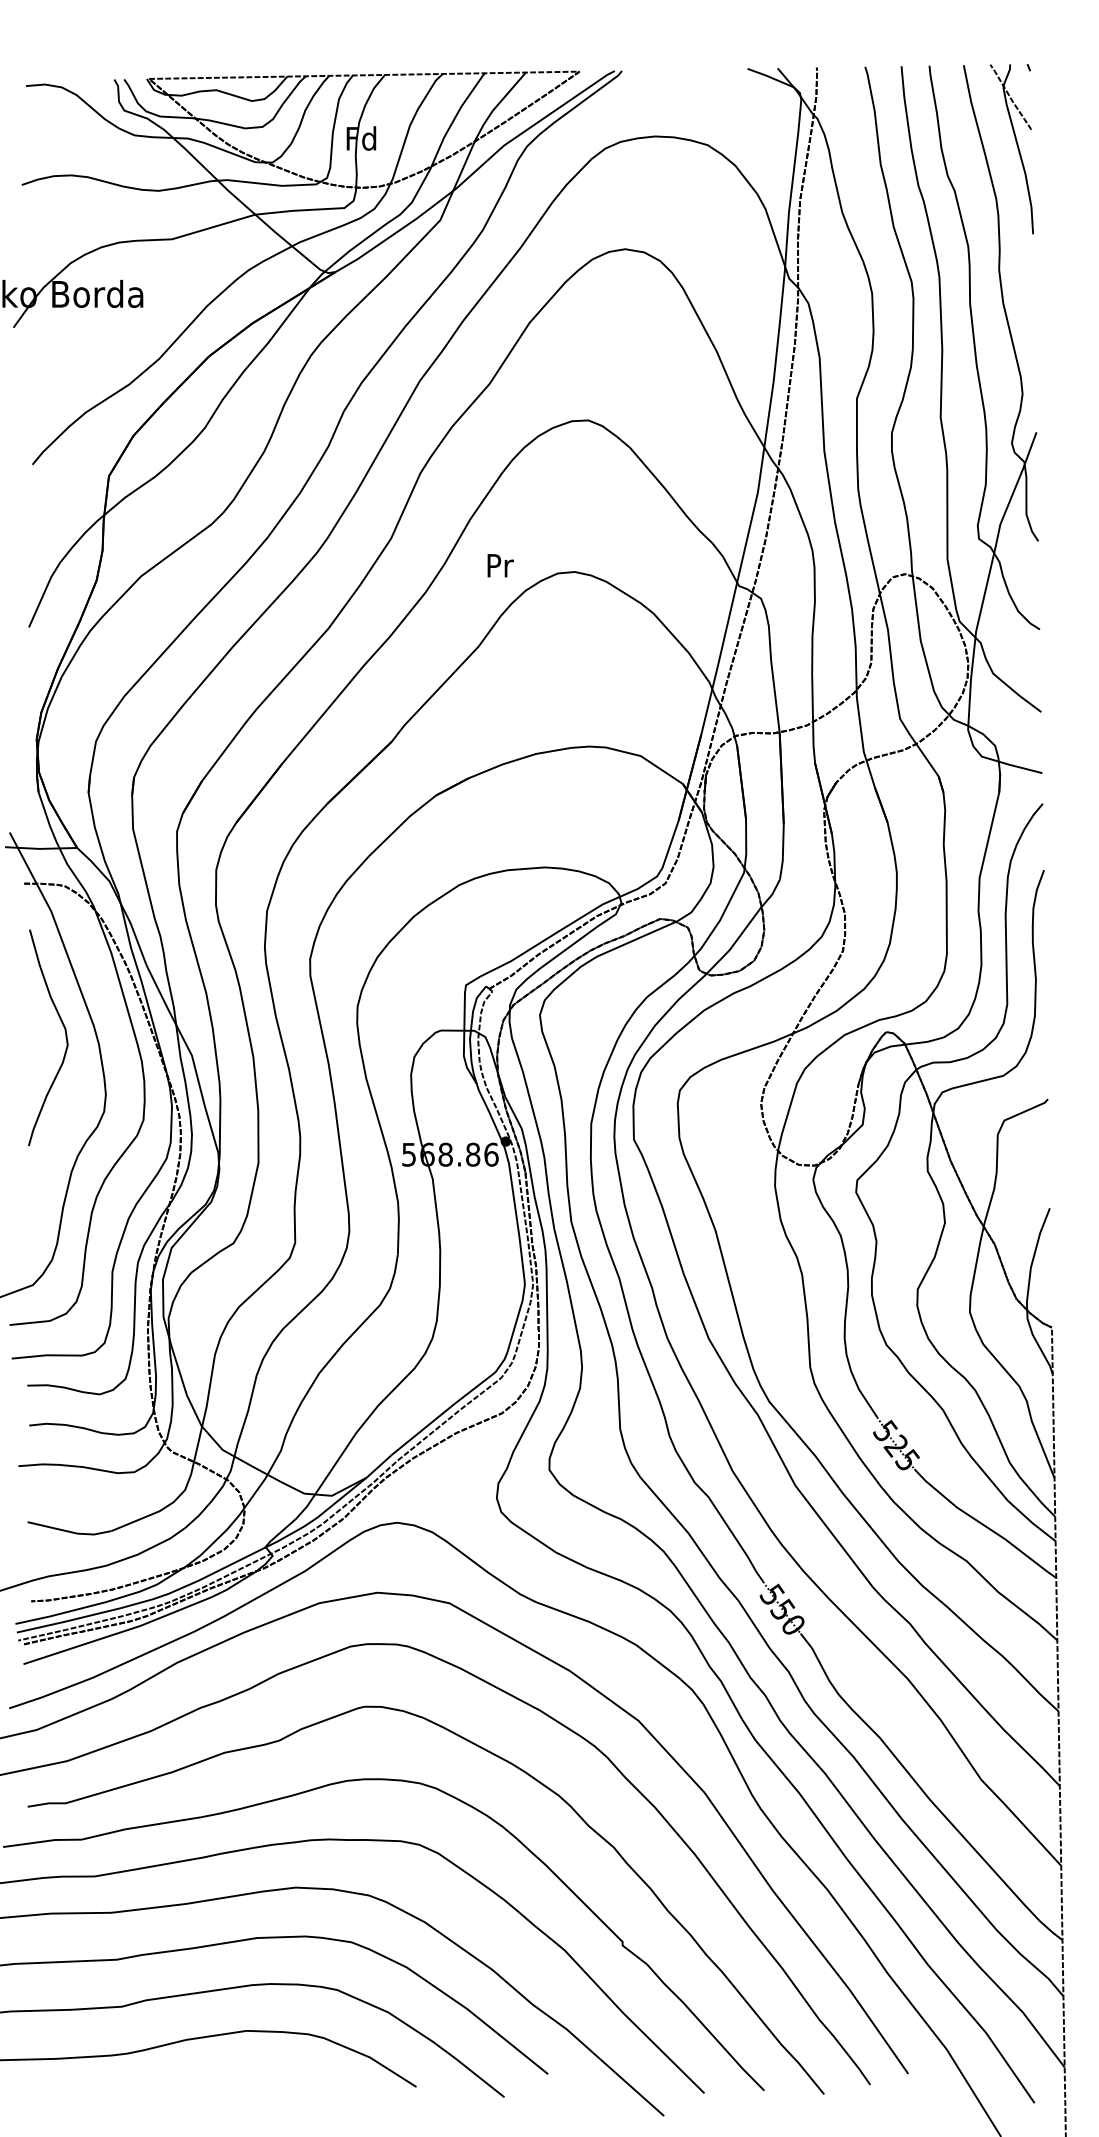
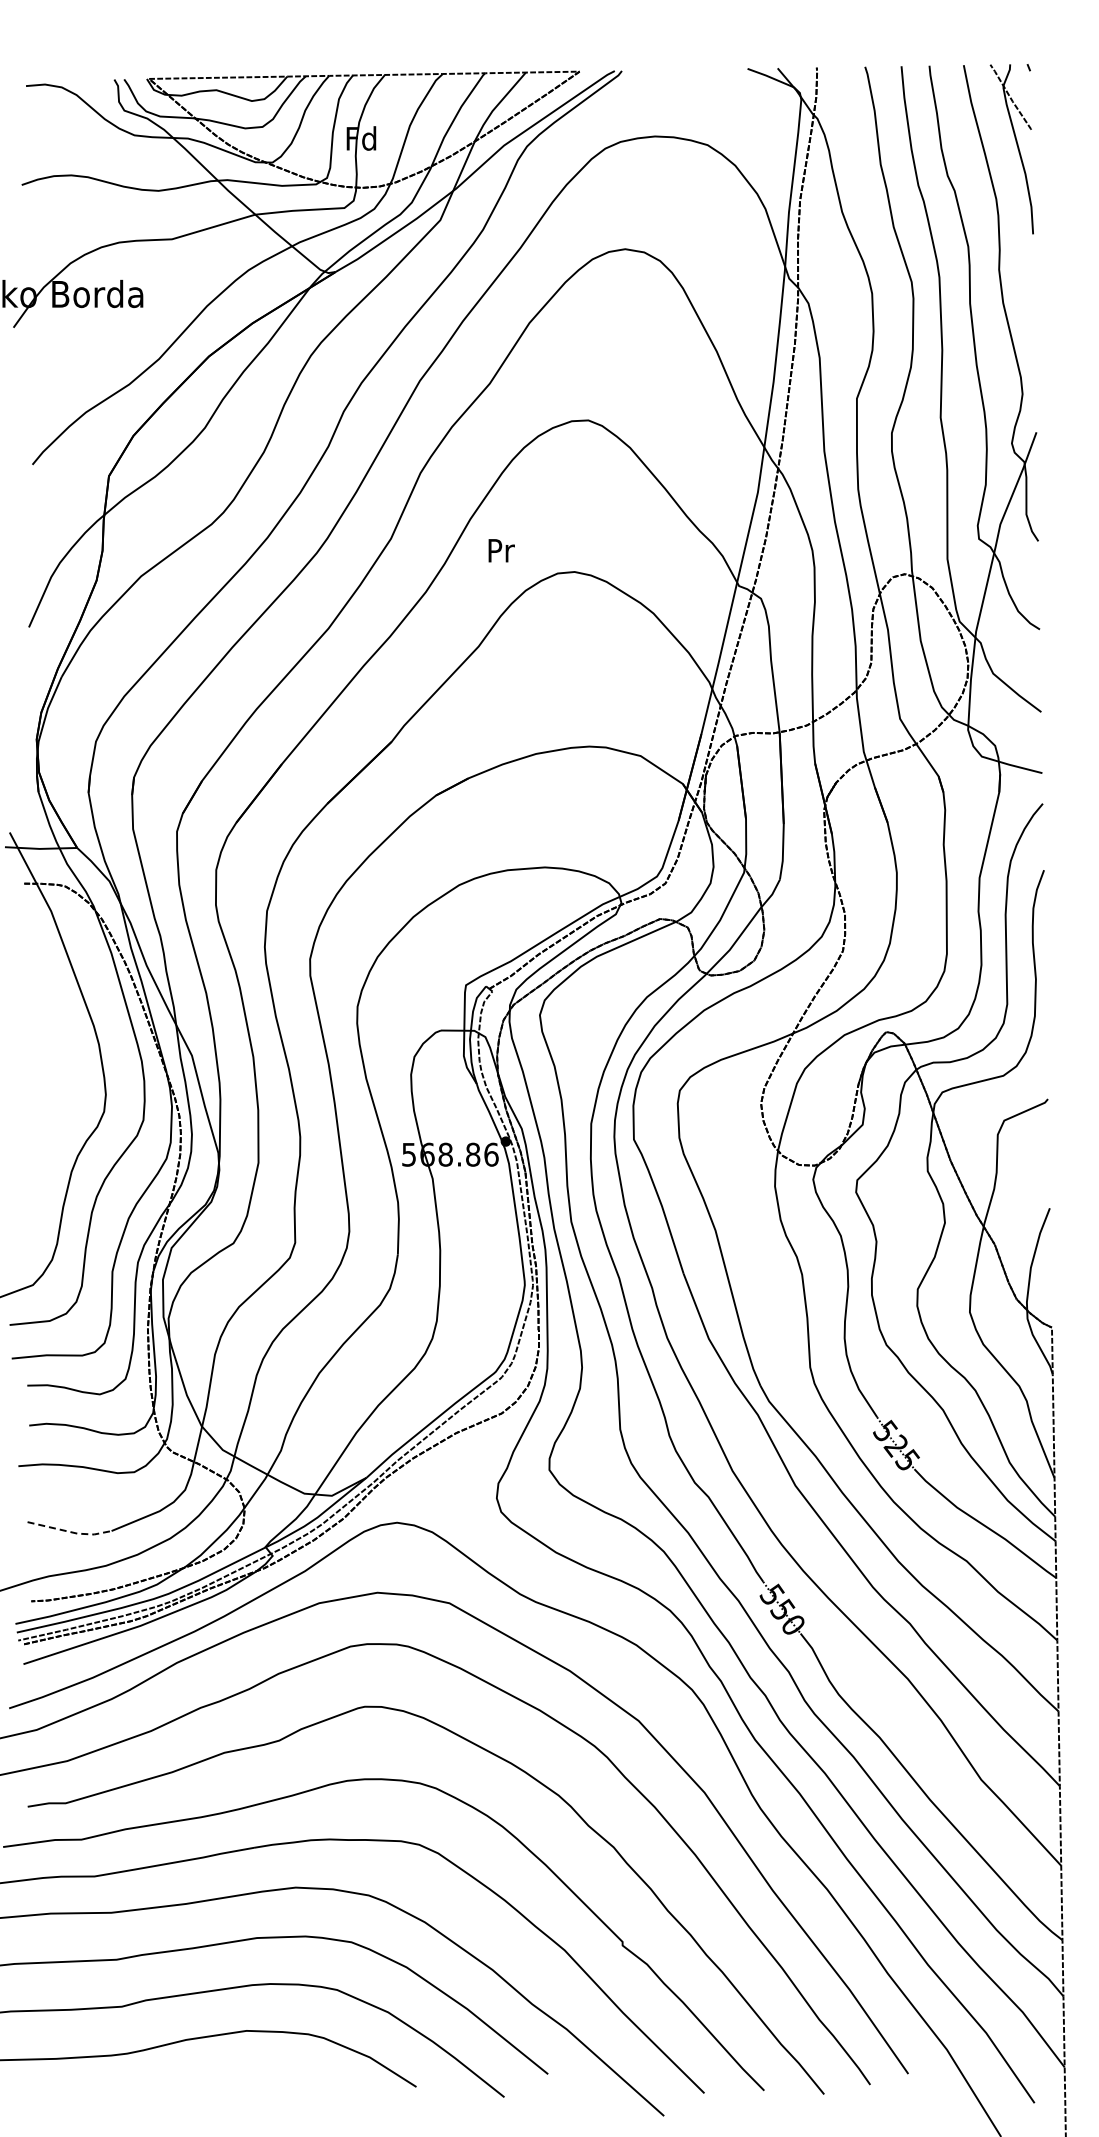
text at (500, 565) position: (500, 565) -> (501, 550)
curve at (65, 1037): present -> none
line at (70, 1532): solid -> dashed
